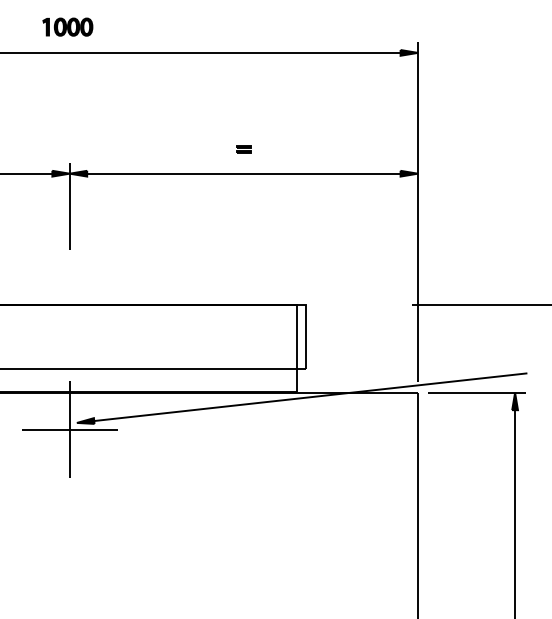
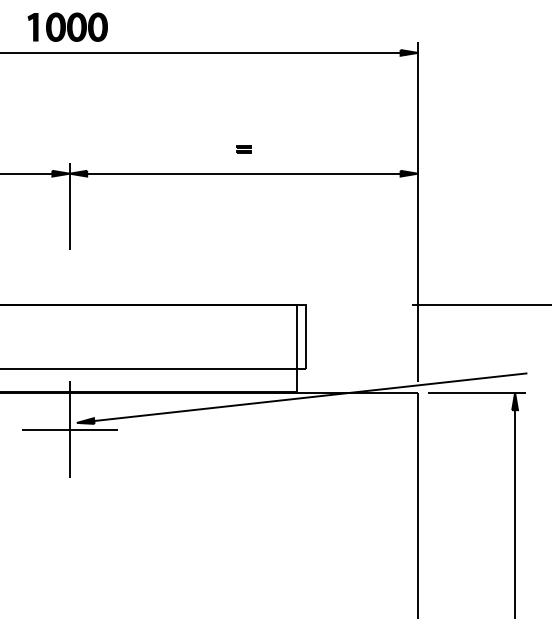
part at (67, 26) size: 52x20 px -> 81x30 px
